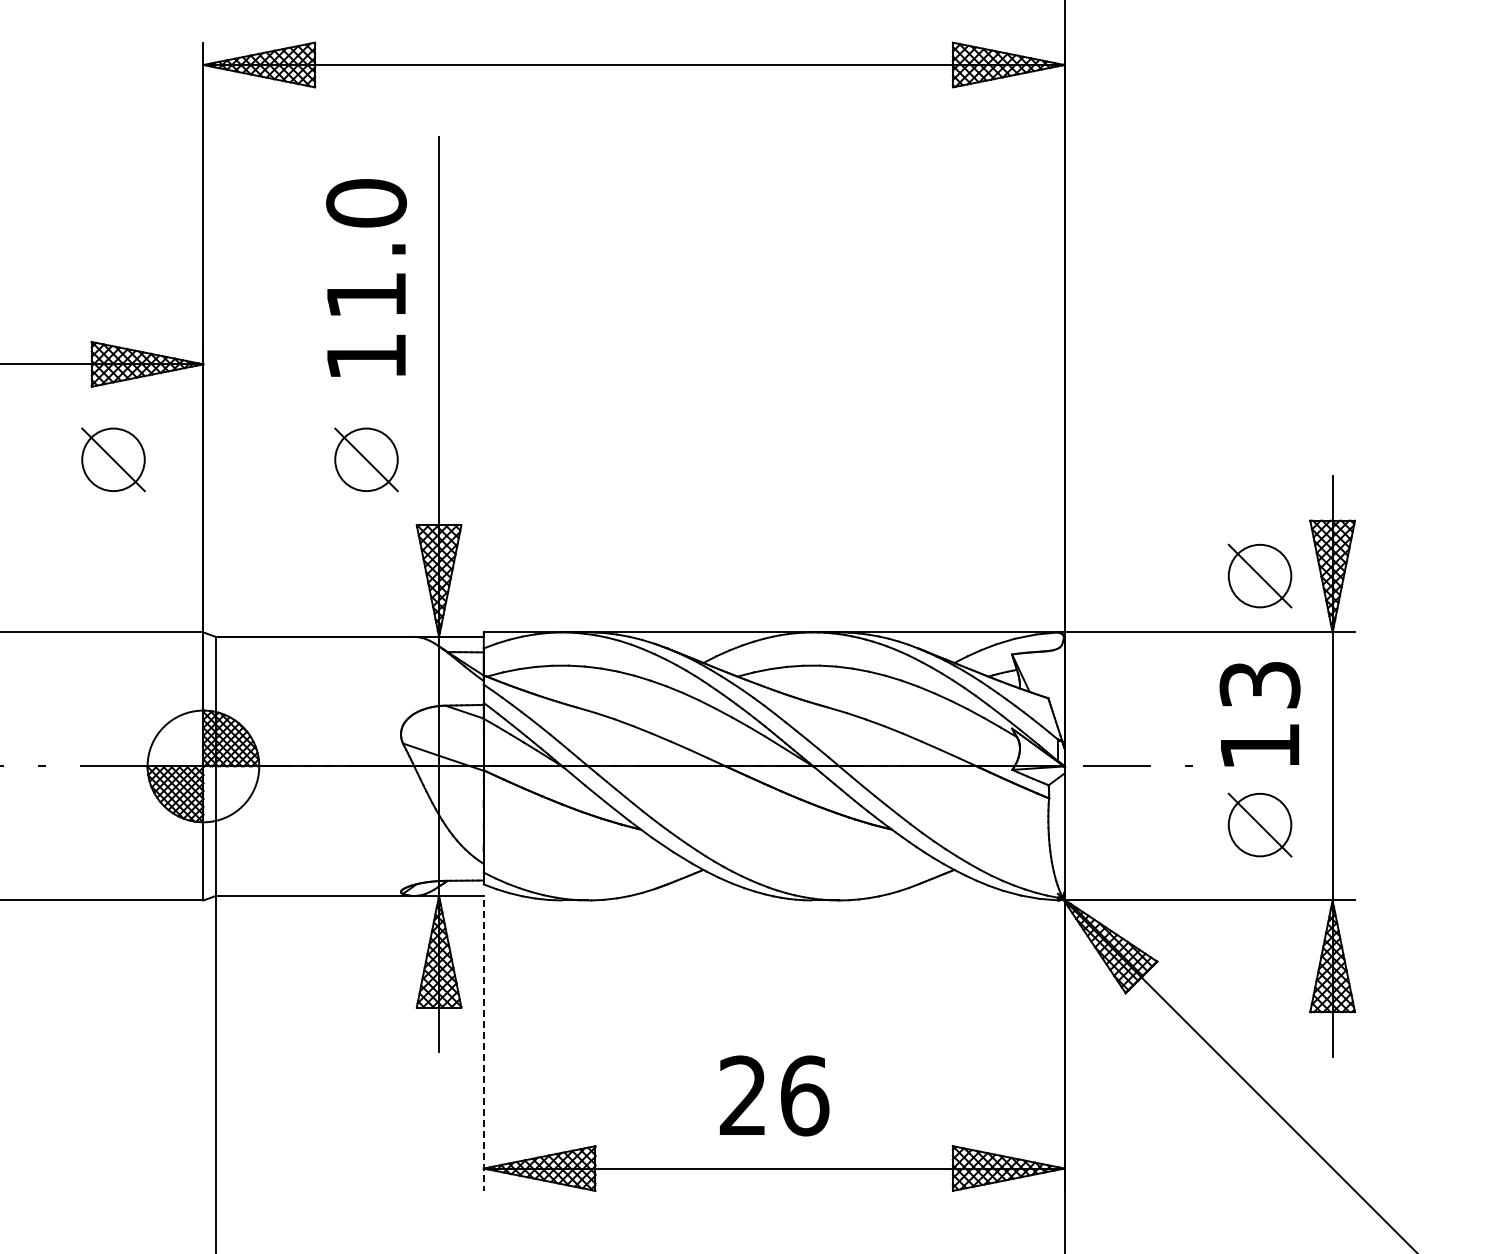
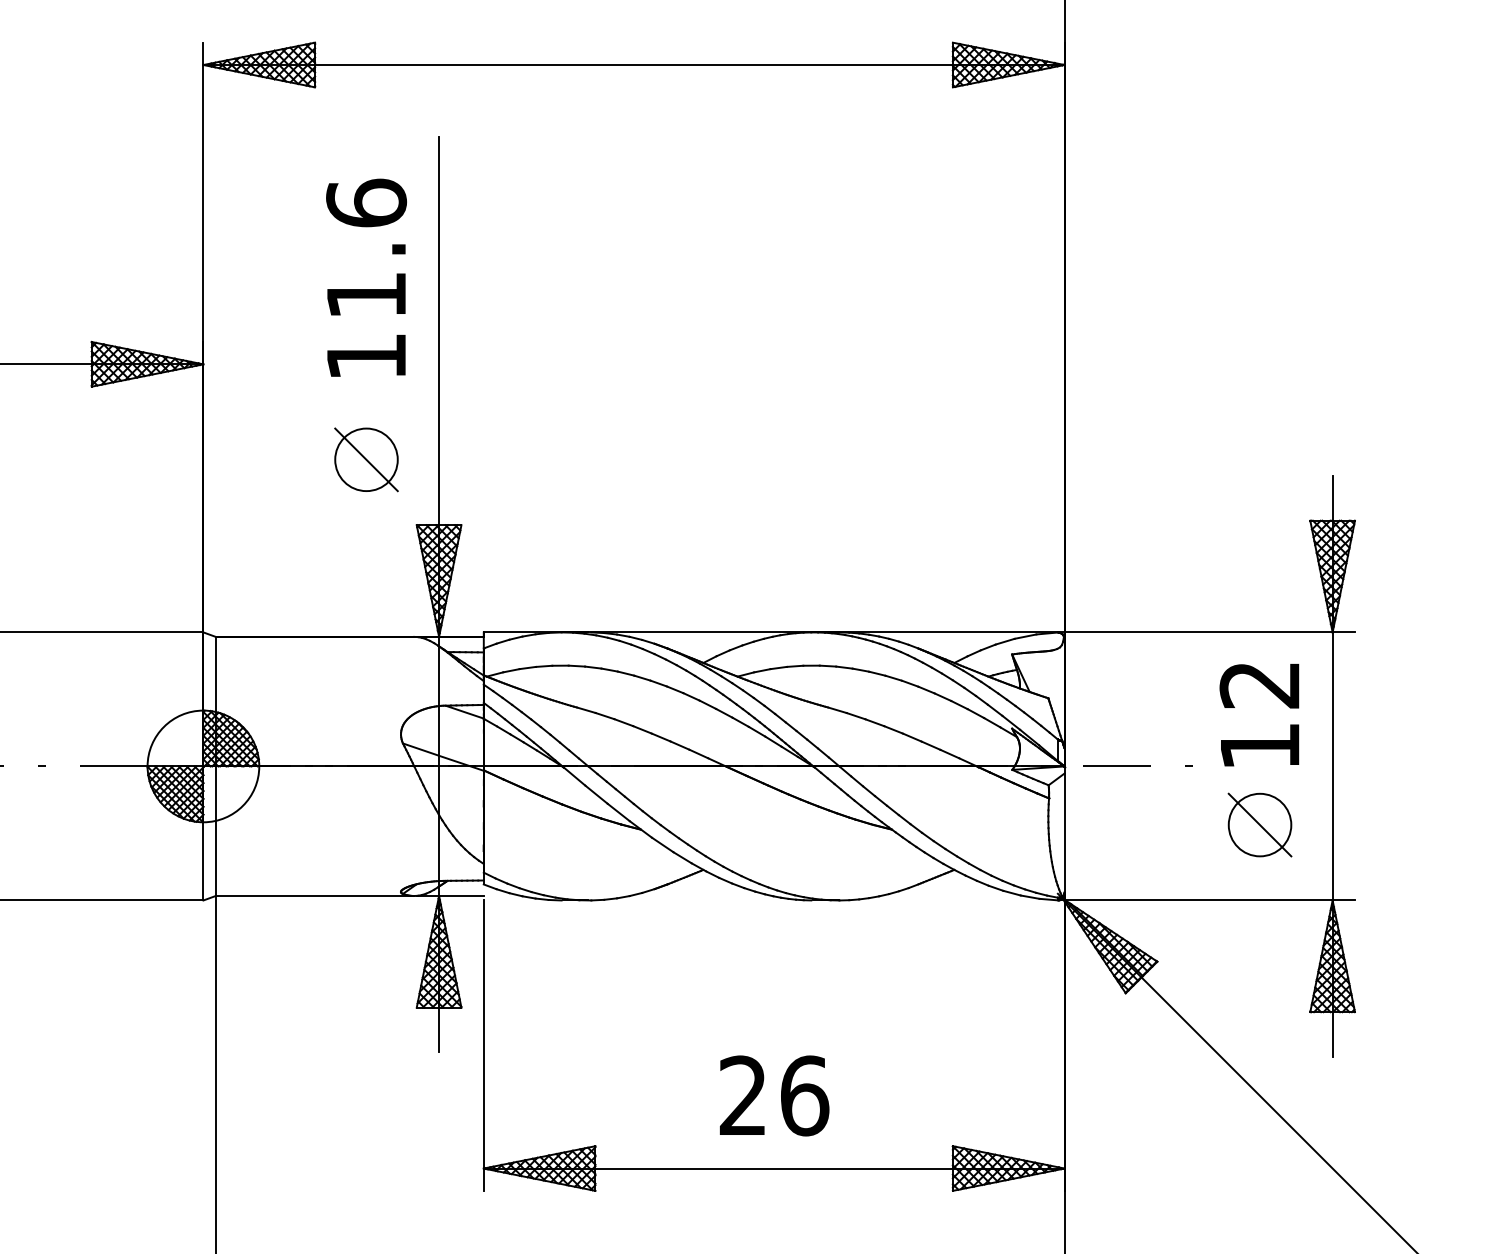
text at (366, 202): 11.0 -> 11.6
part at (113, 459): present -> none
part at (1259, 575): present -> none
text at (1259, 685): 13 -> 12
line at (483, 1046): dashed -> solid
